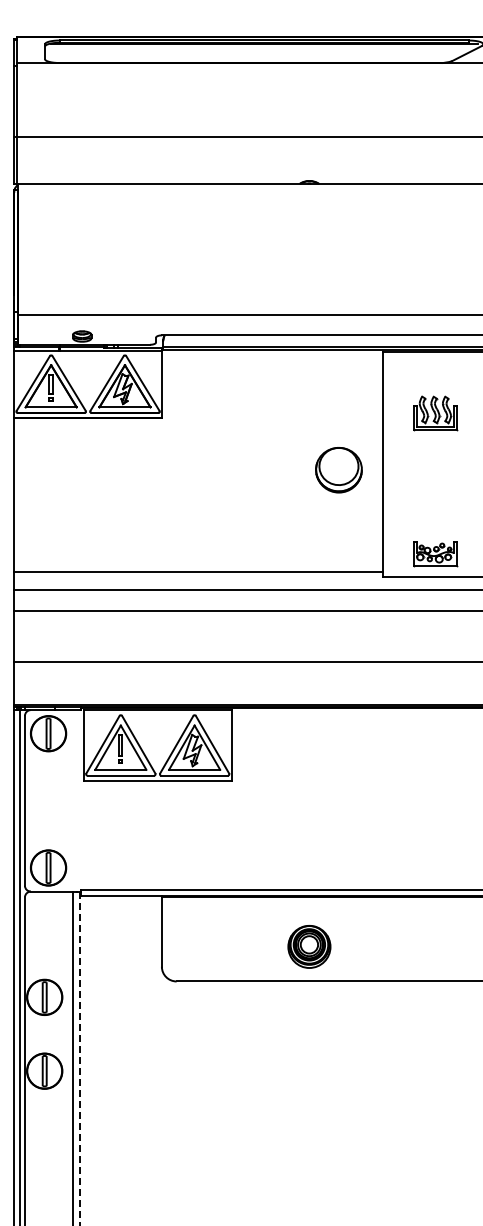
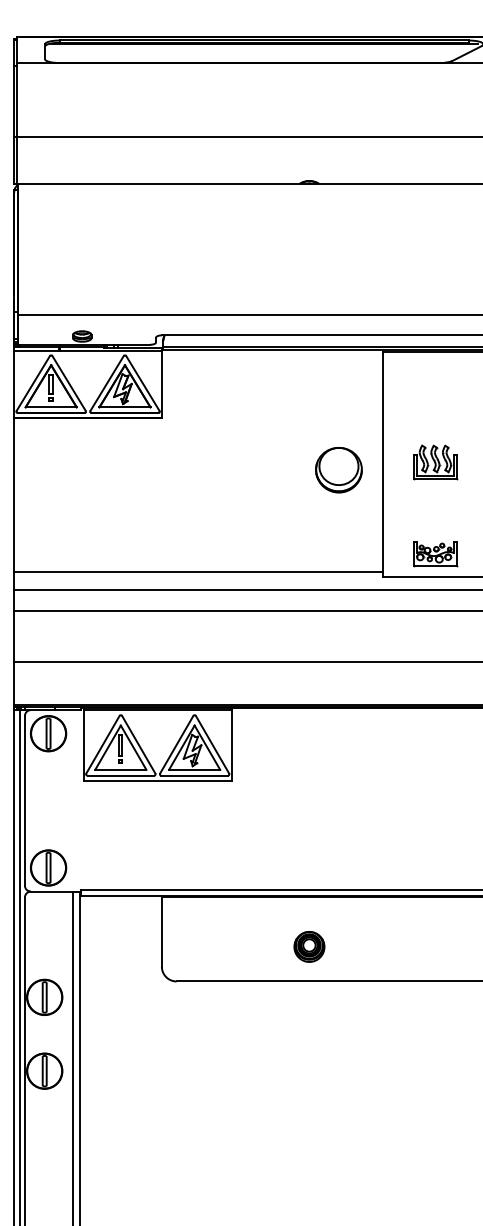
part at (435, 413) position: (435, 413) -> (435, 462)
part at (309, 946) size: 45x44 px -> 33x32 px
line at (80, 1058): dashed -> solid
